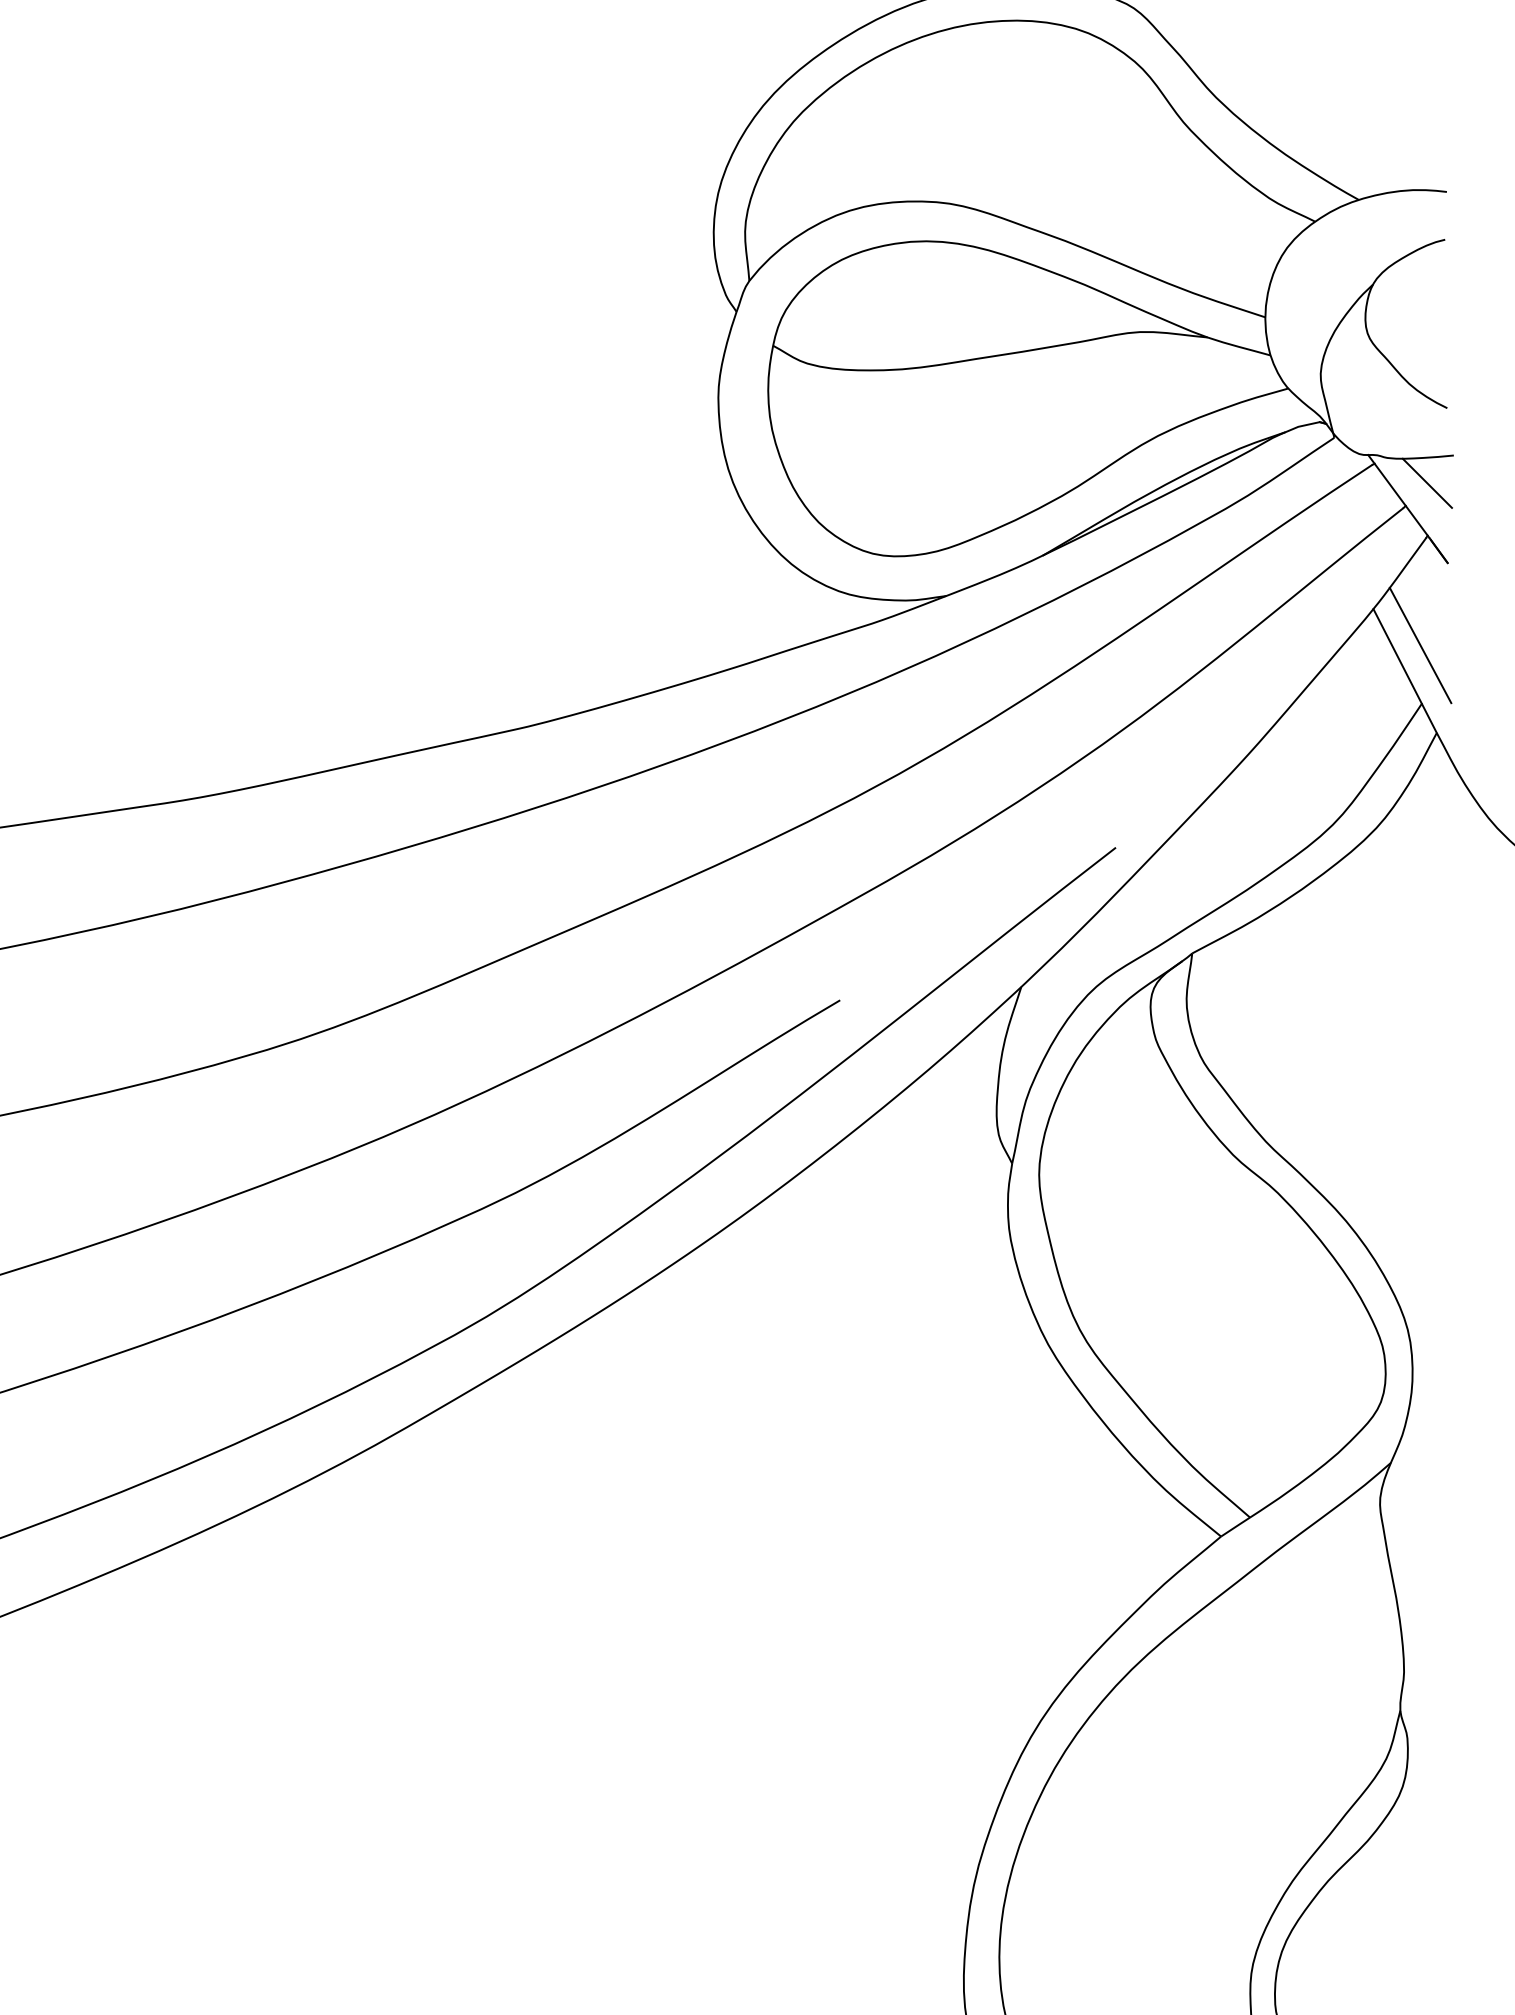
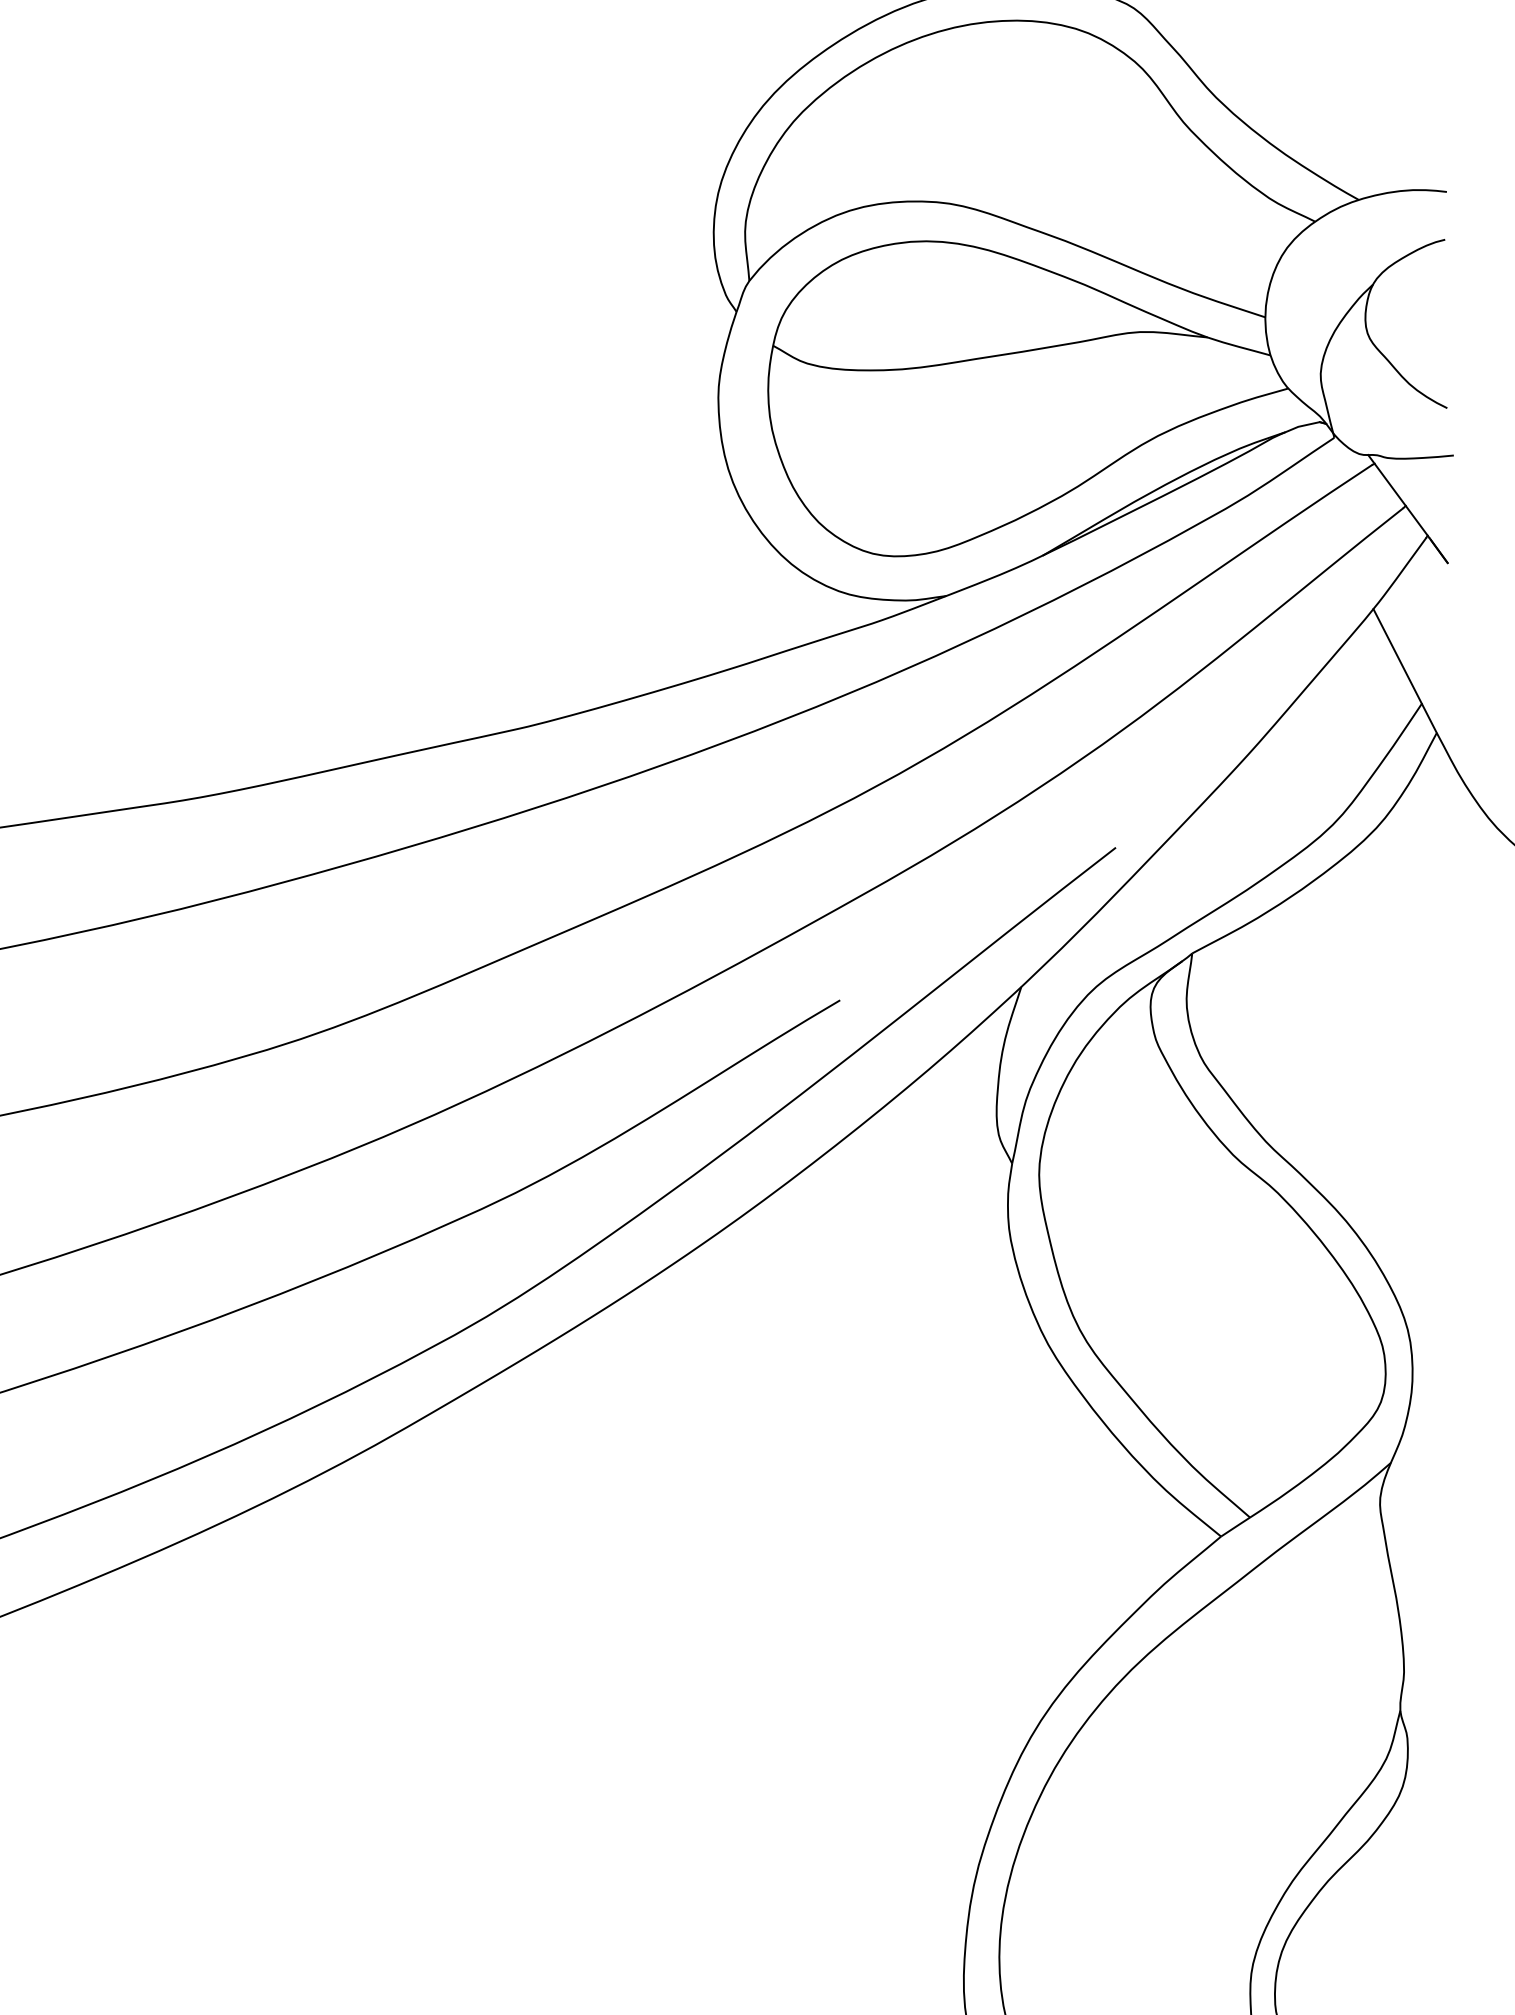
line at (1427, 482): present -> none
line at (1420, 645): present -> none
